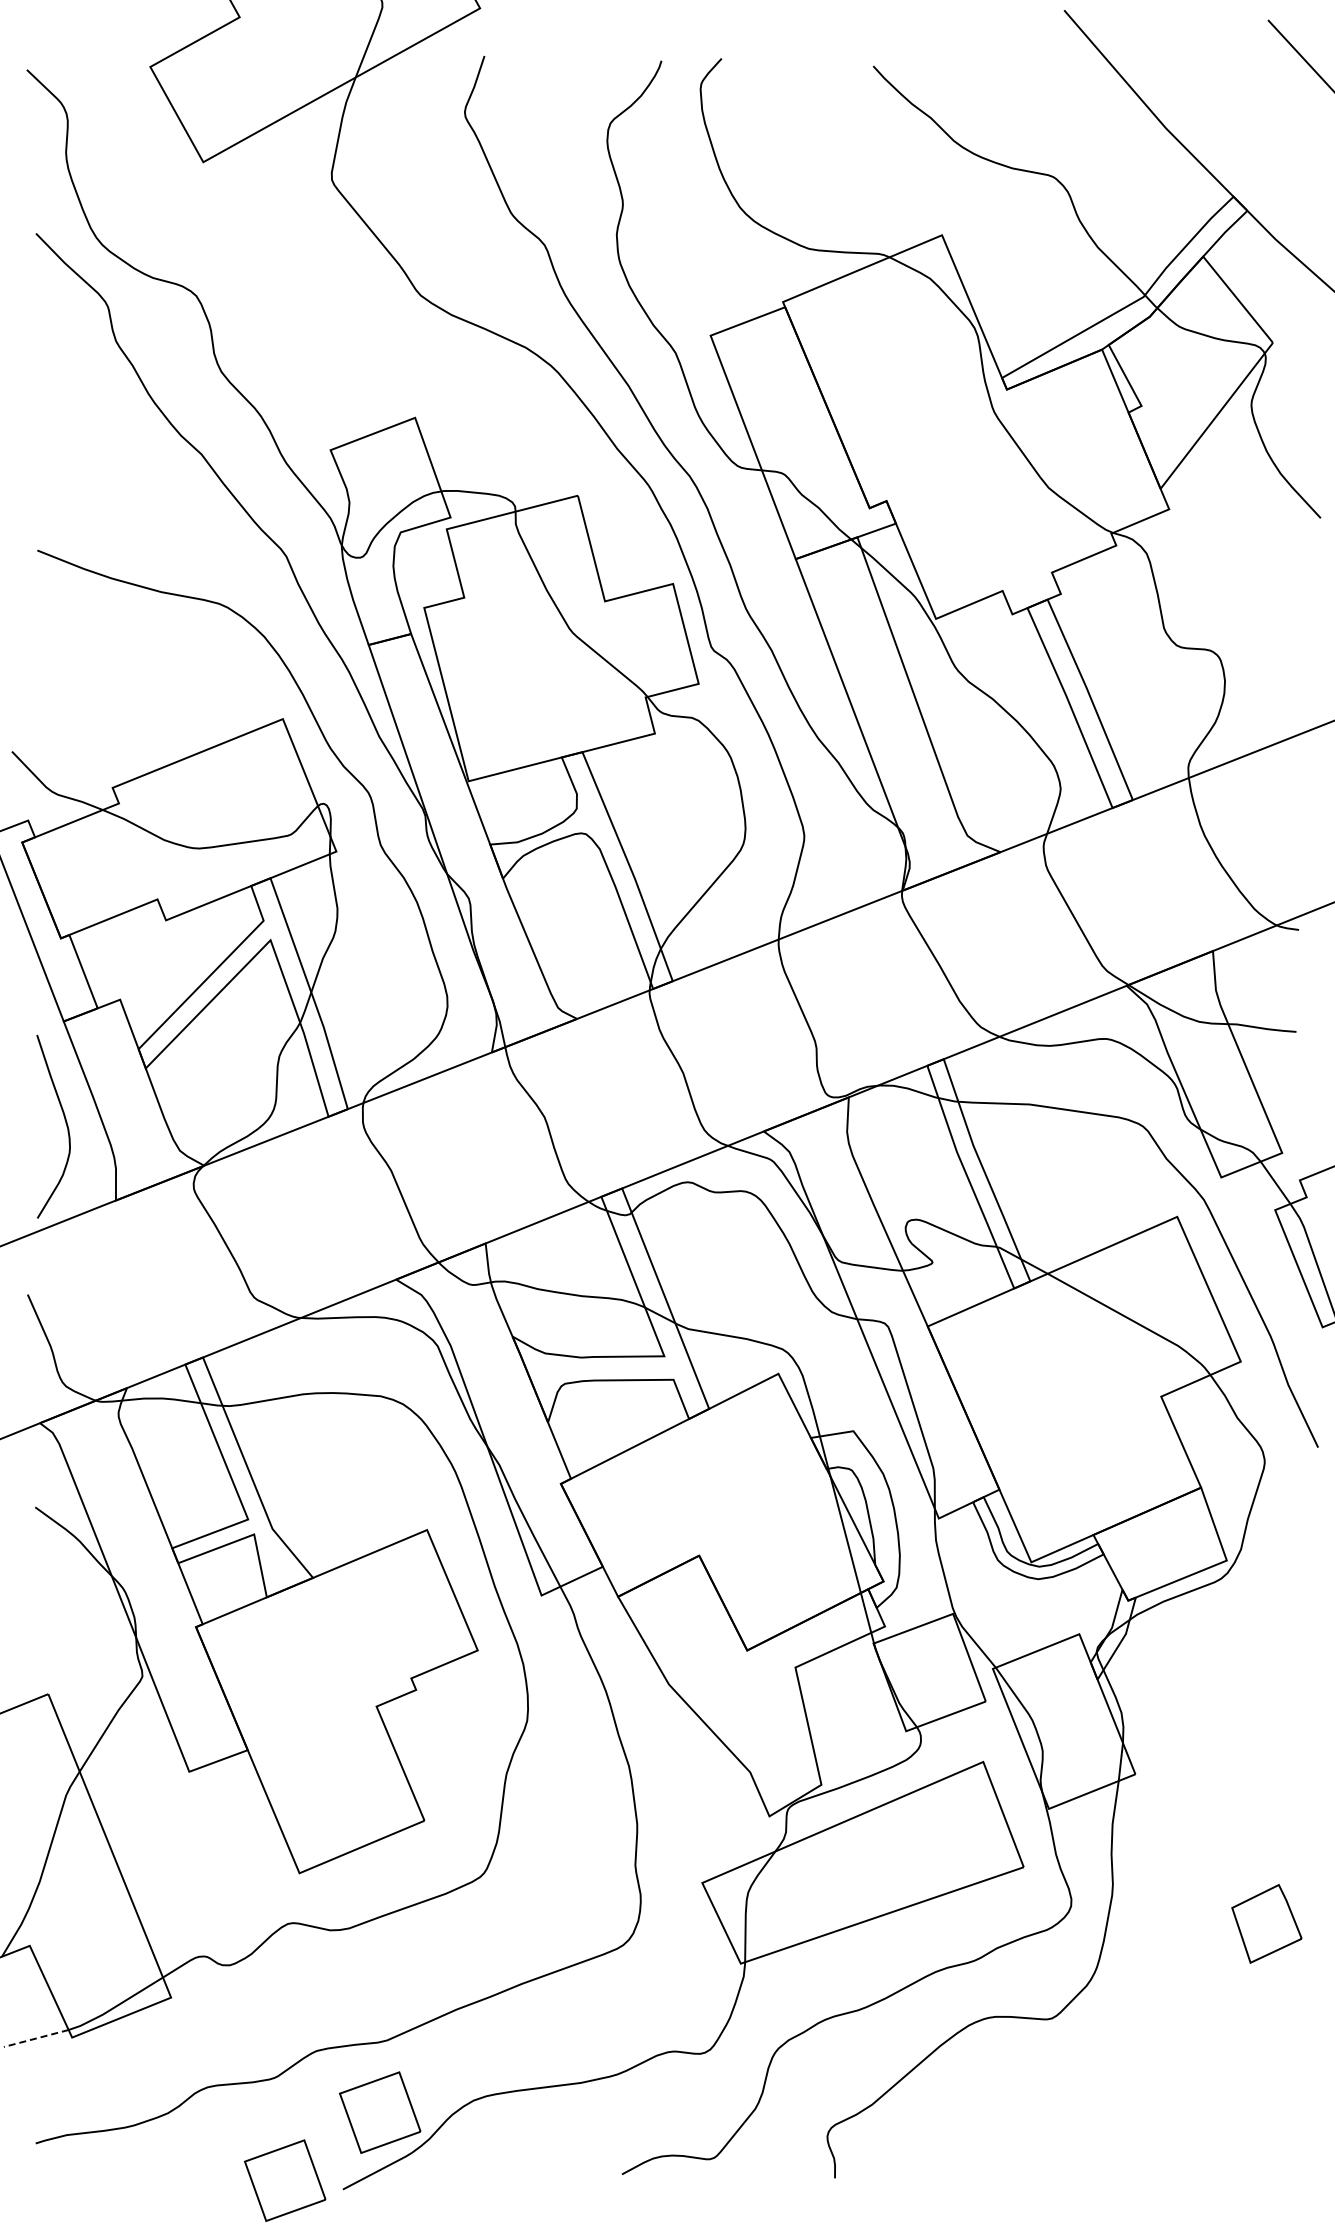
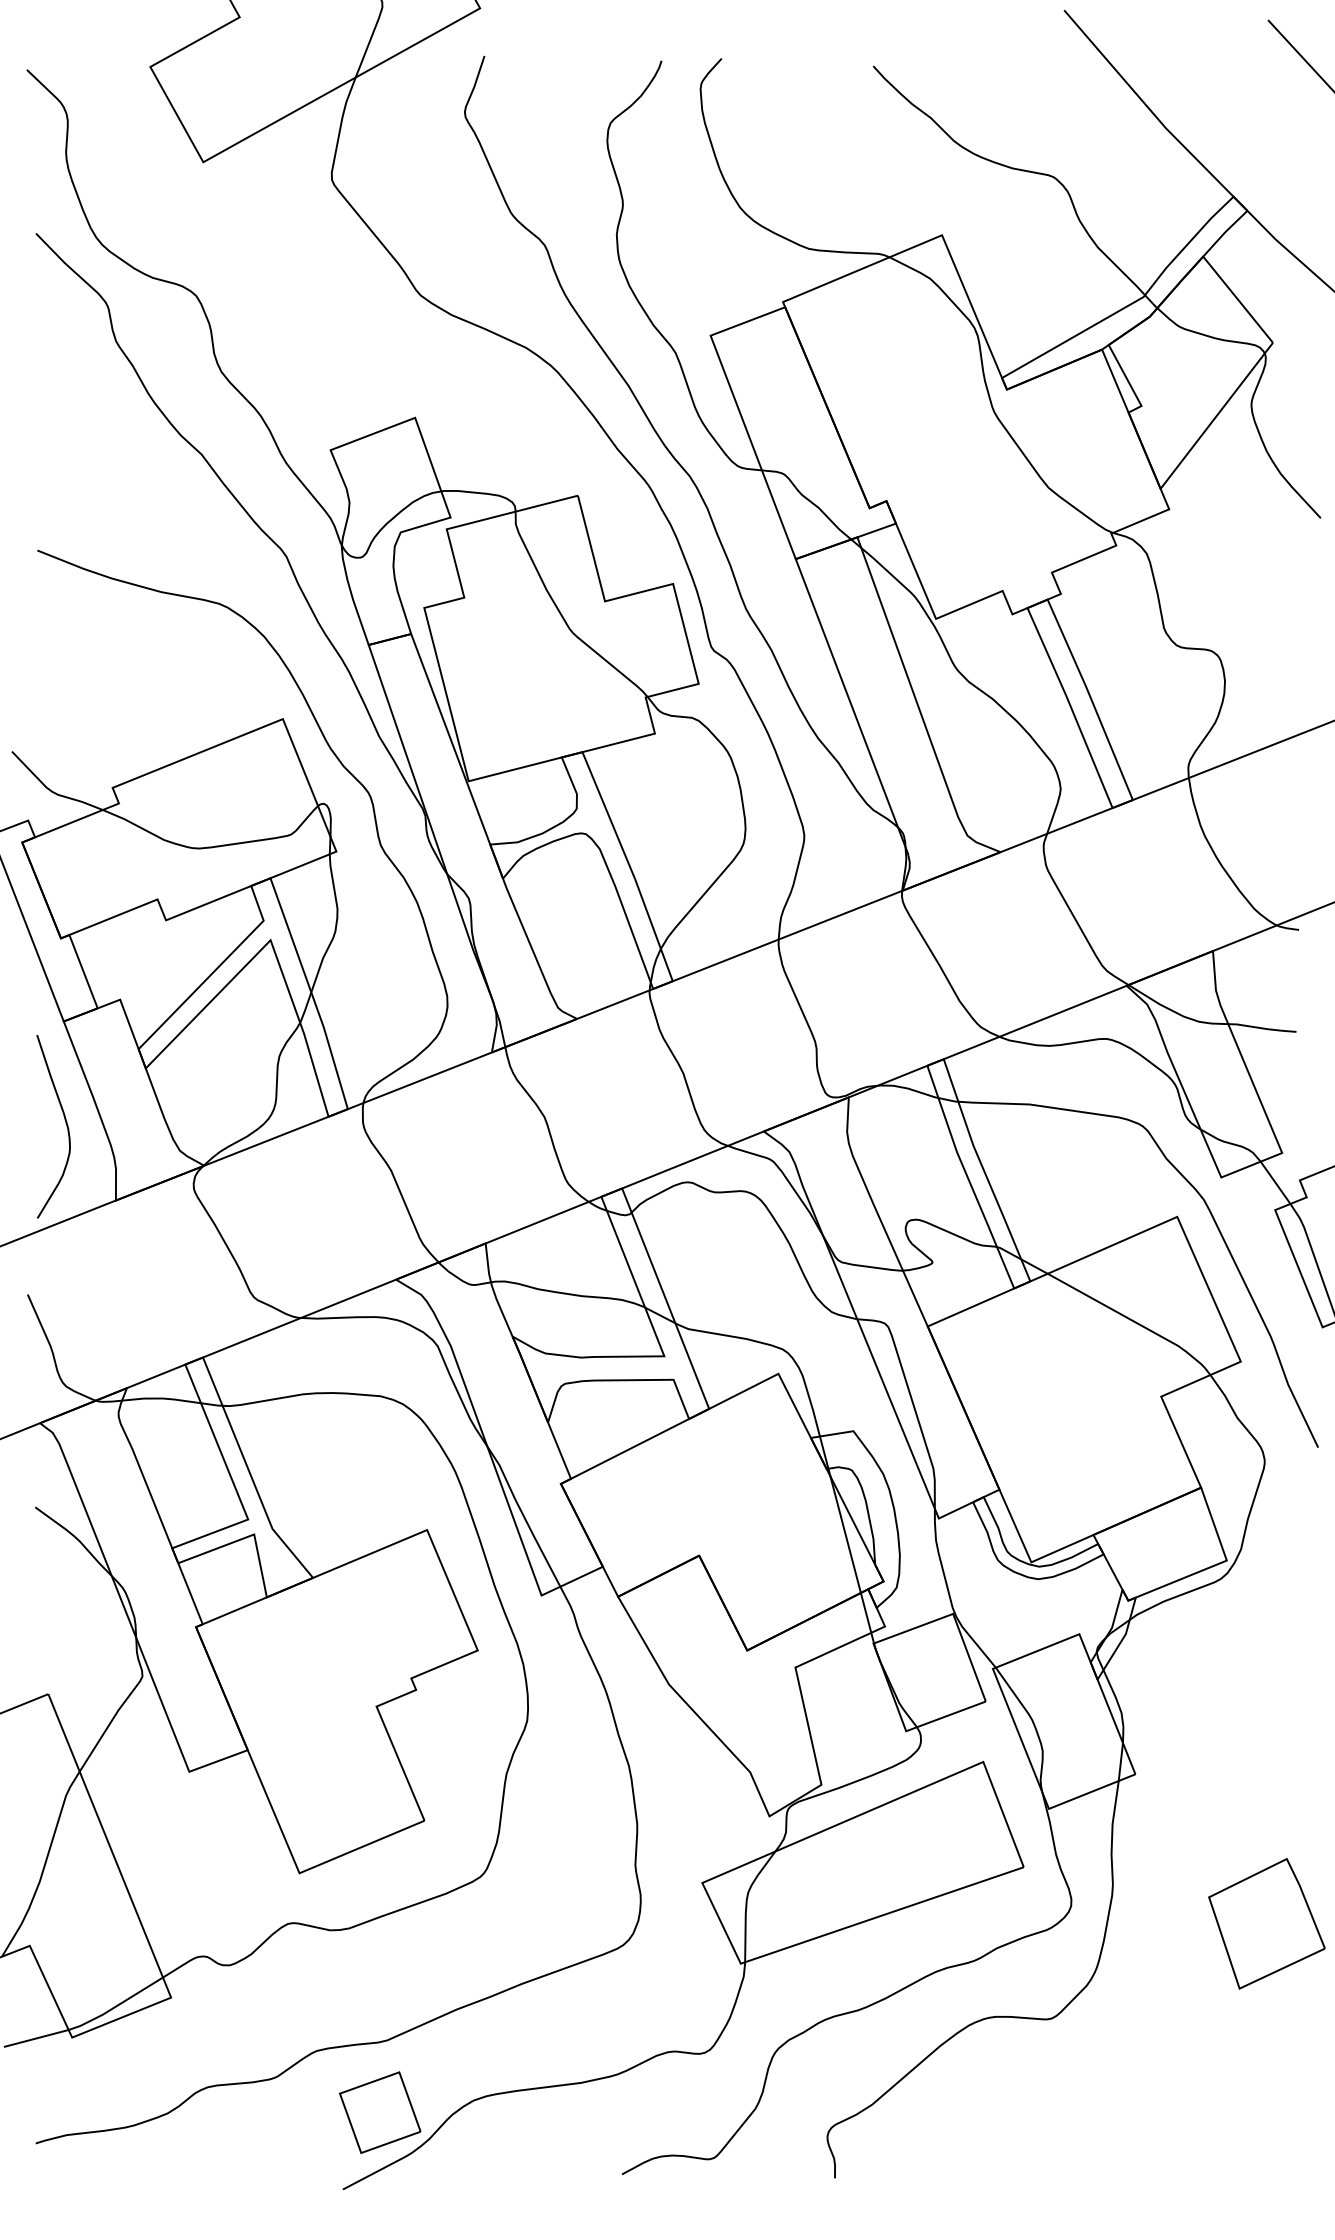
part at (1266, 1923) size: 72x80 px -> 118x132 px
line at (35, 2038): dashed -> solid
part at (285, 2180): present -> none
